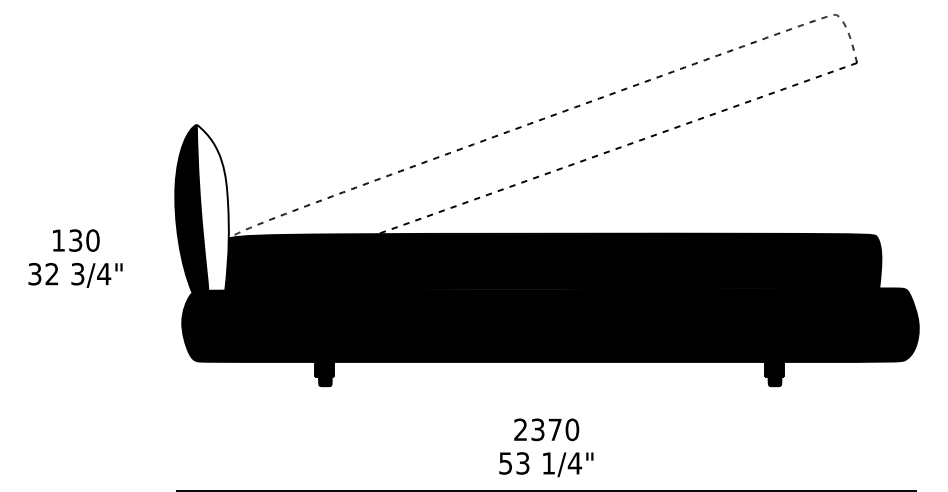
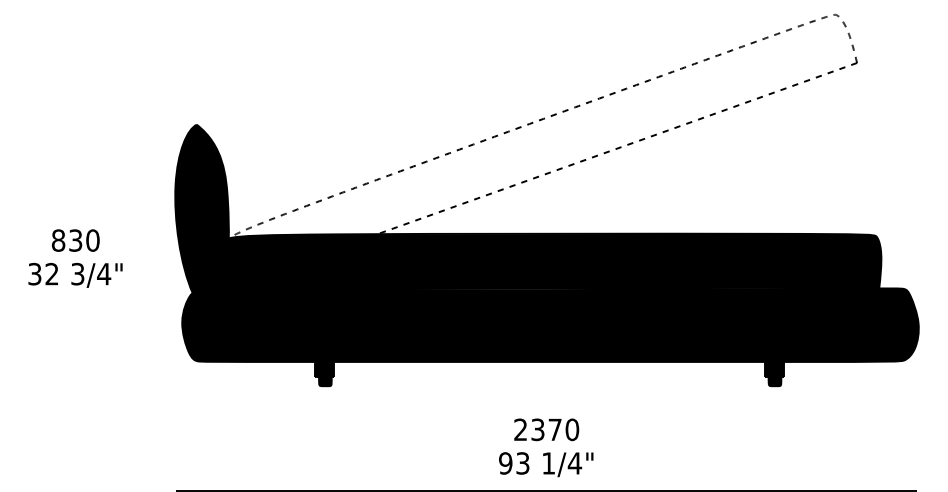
fill at (212, 207): none -> present
text at (58, 240): 130 -> 830
text at (505, 463): 53 -> 93
